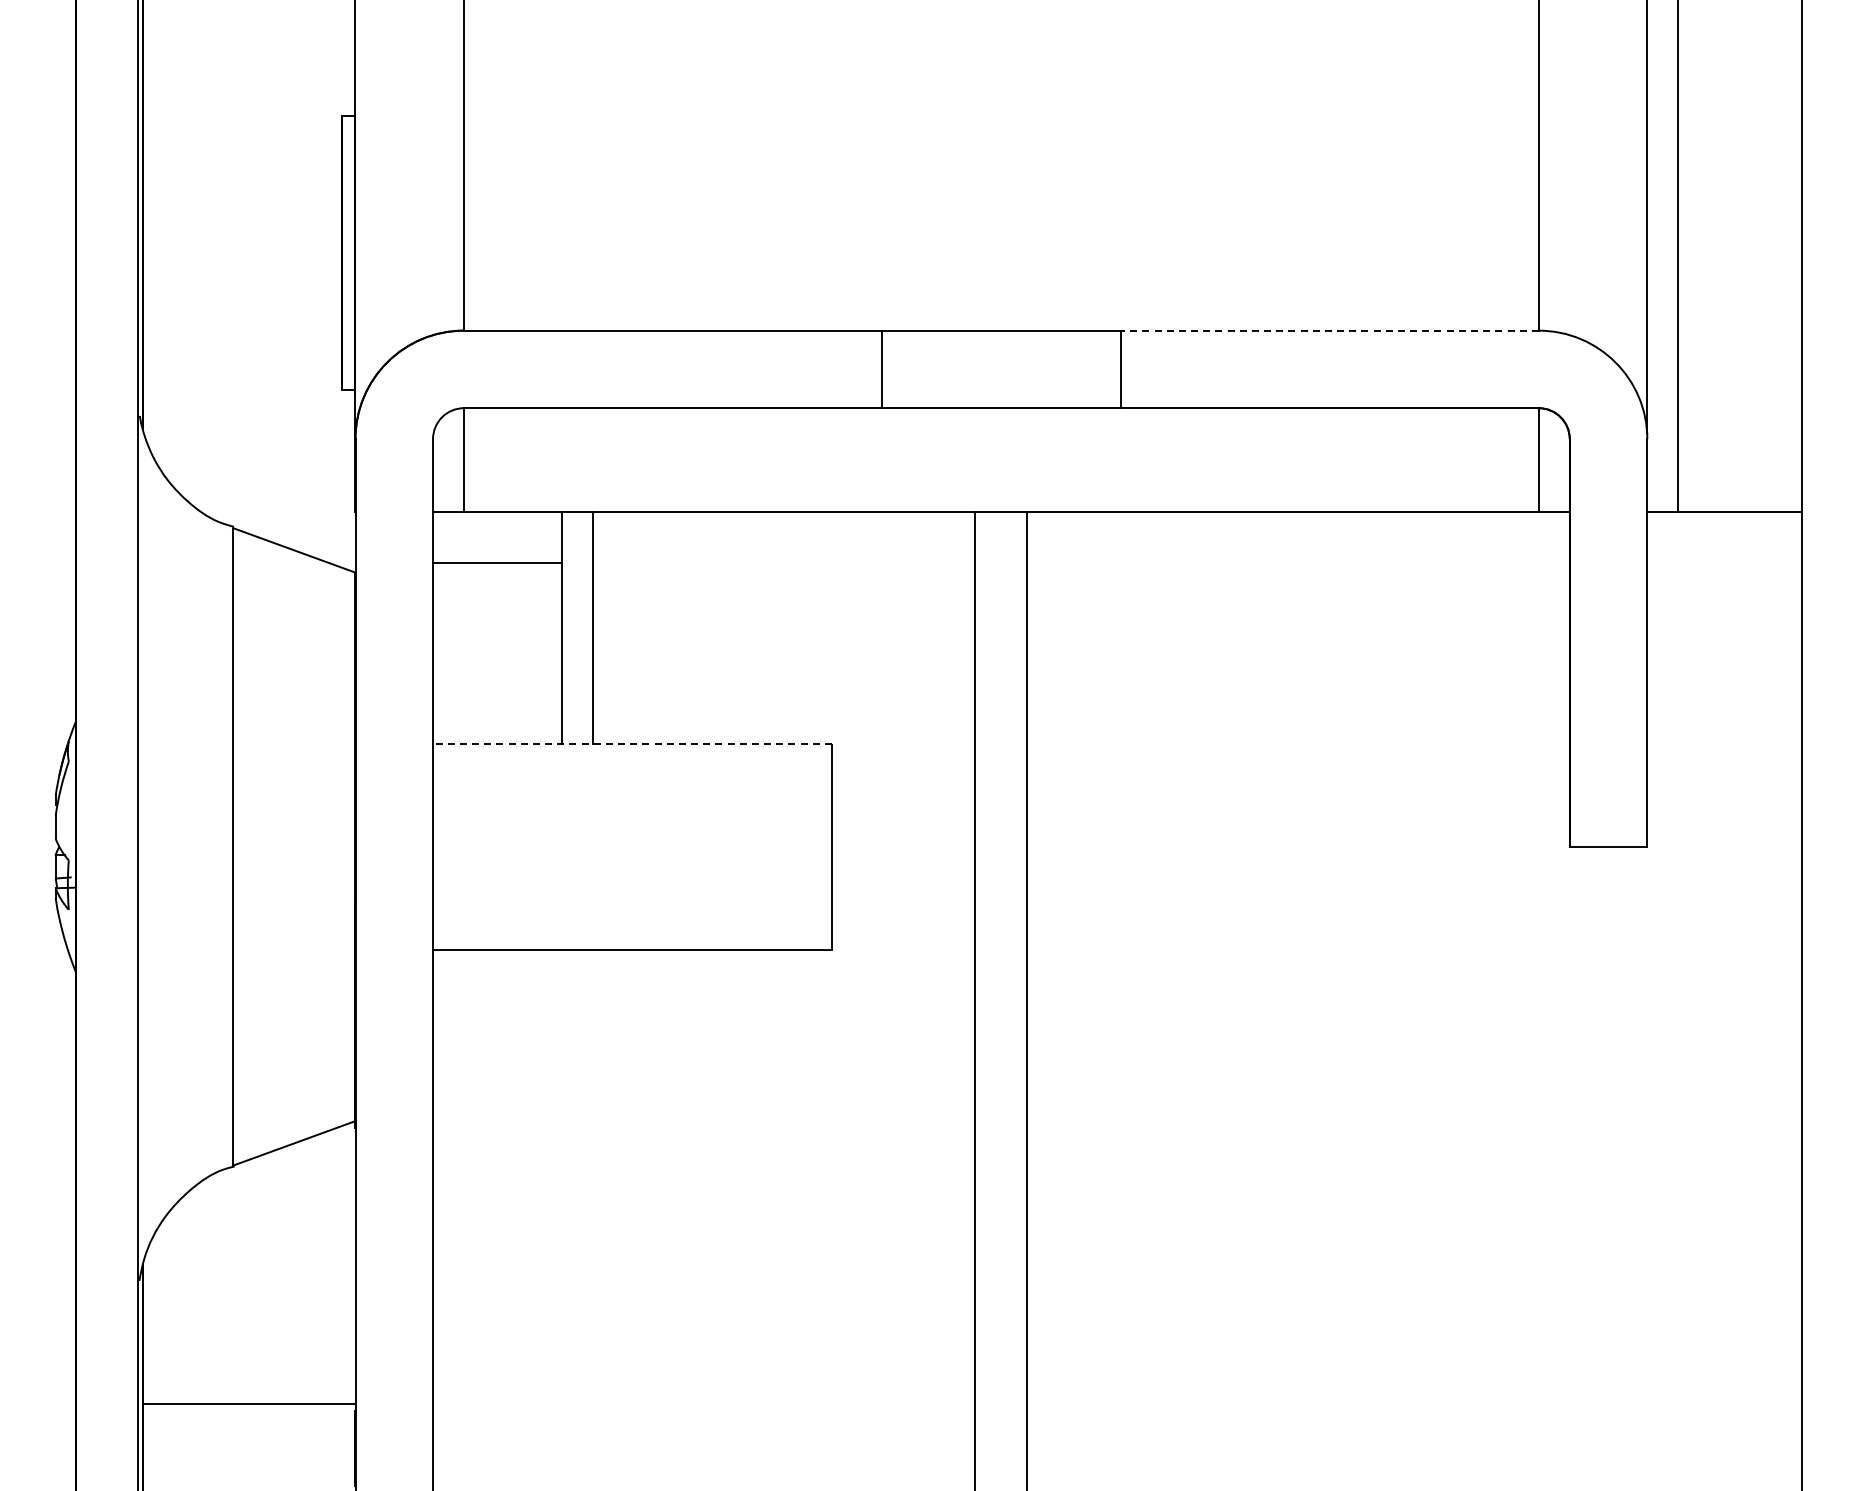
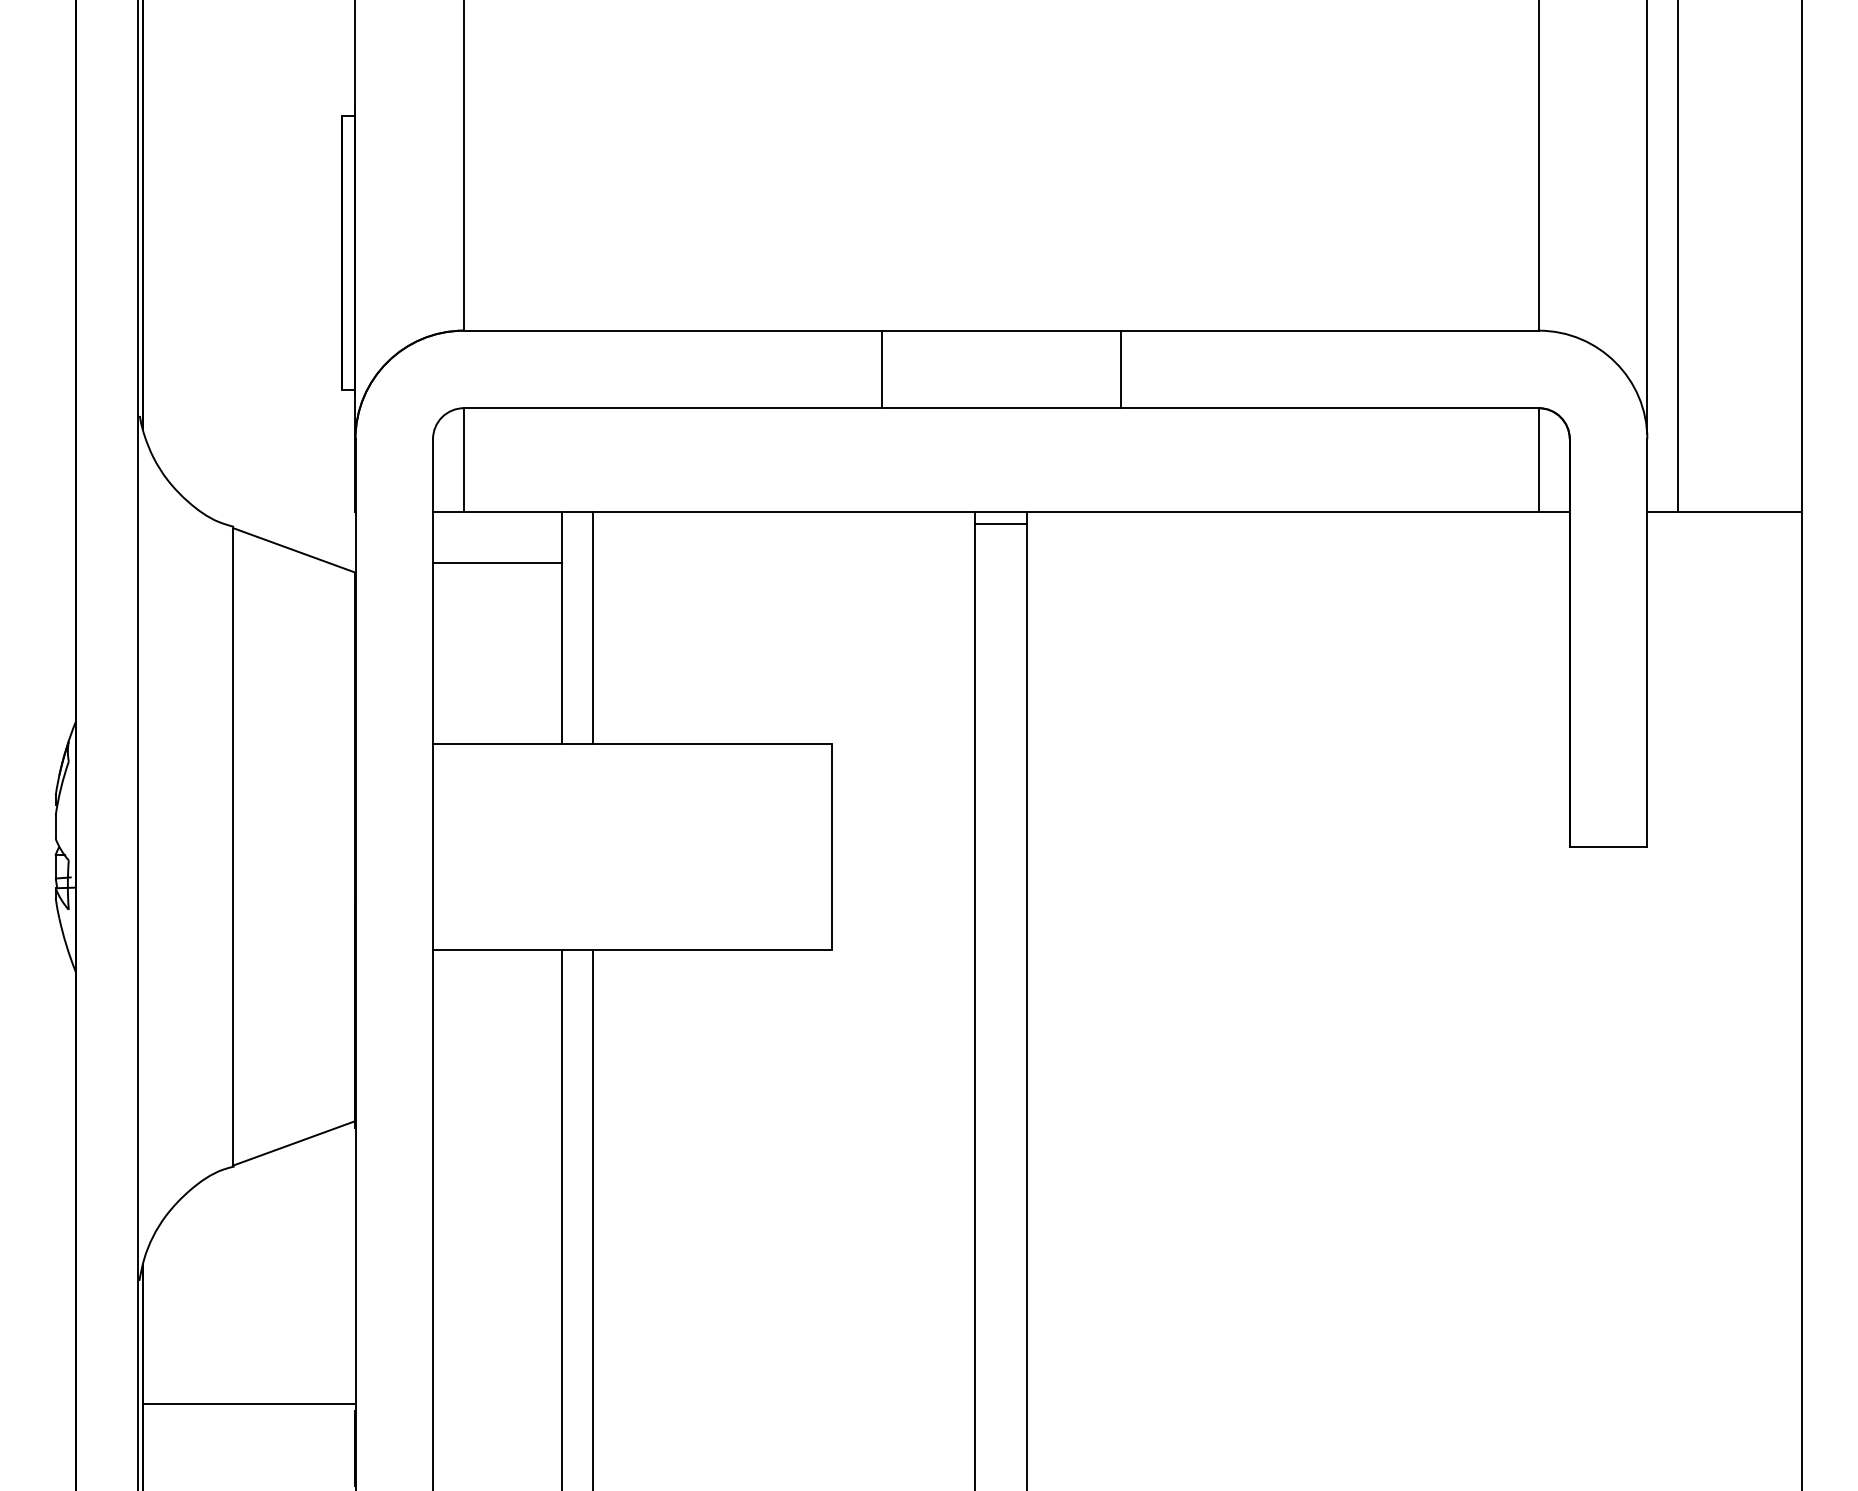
line at (1329, 330): dashed -> solid
line at (1001, 524): none -> present
line at (631, 743): dashed -> solid
line at (562, 1218): none -> present
line at (593, 1218): none -> present
